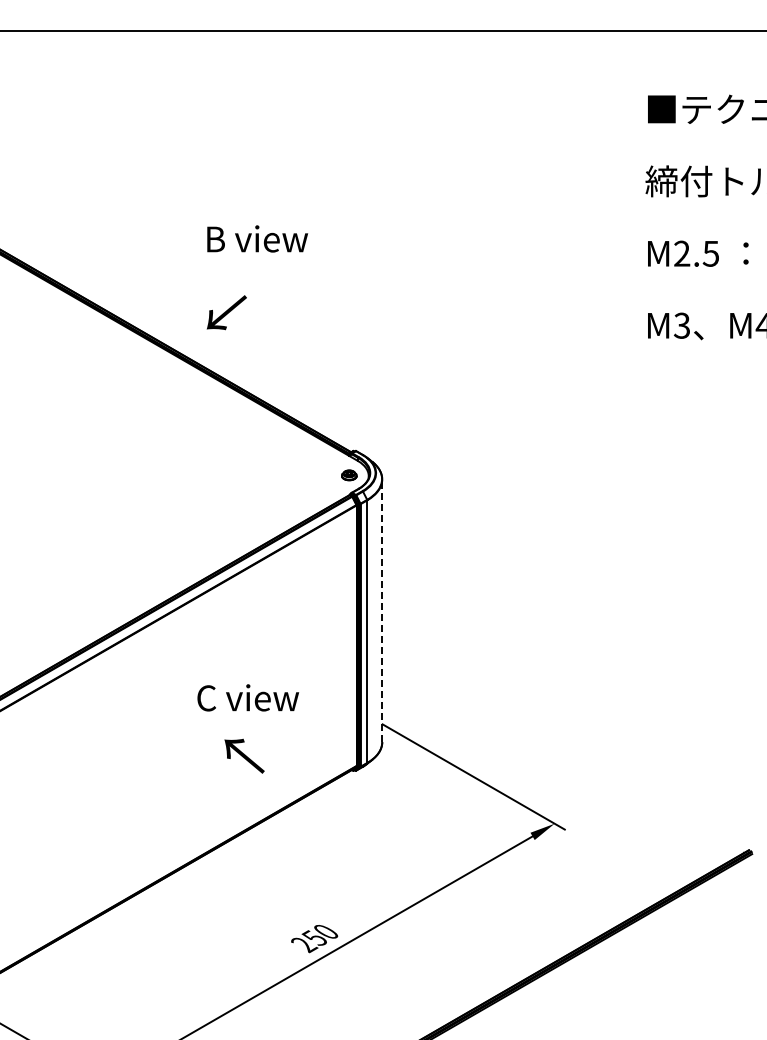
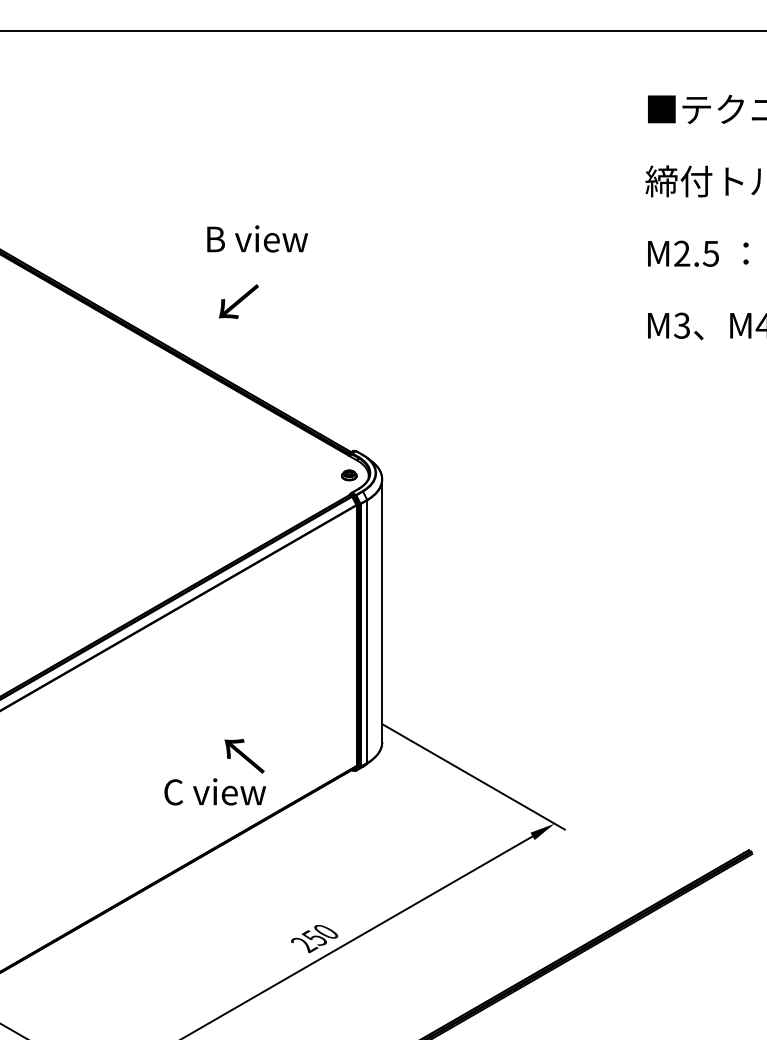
text at (226, 312) position: (226, 312) -> (238, 301)
line at (382, 610): dashed -> solid
text at (248, 697) position: (248, 697) -> (215, 791)
